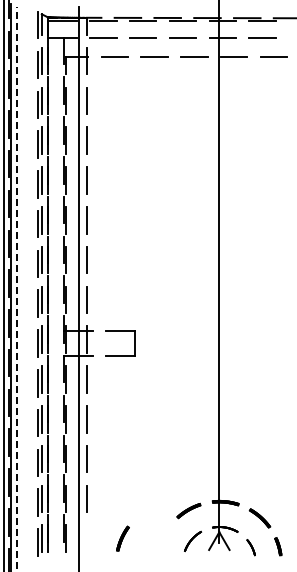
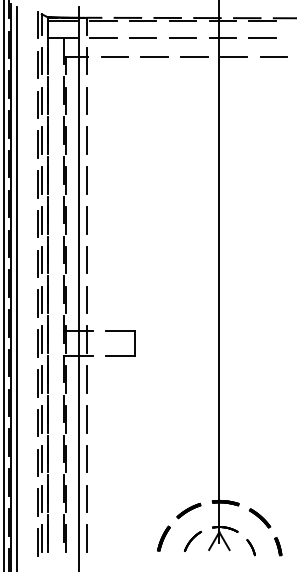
line at (16, 288): dashed -> solid
line at (86, 538): none -> present
part at (122, 538) position: (122, 538) -> (163, 538)
